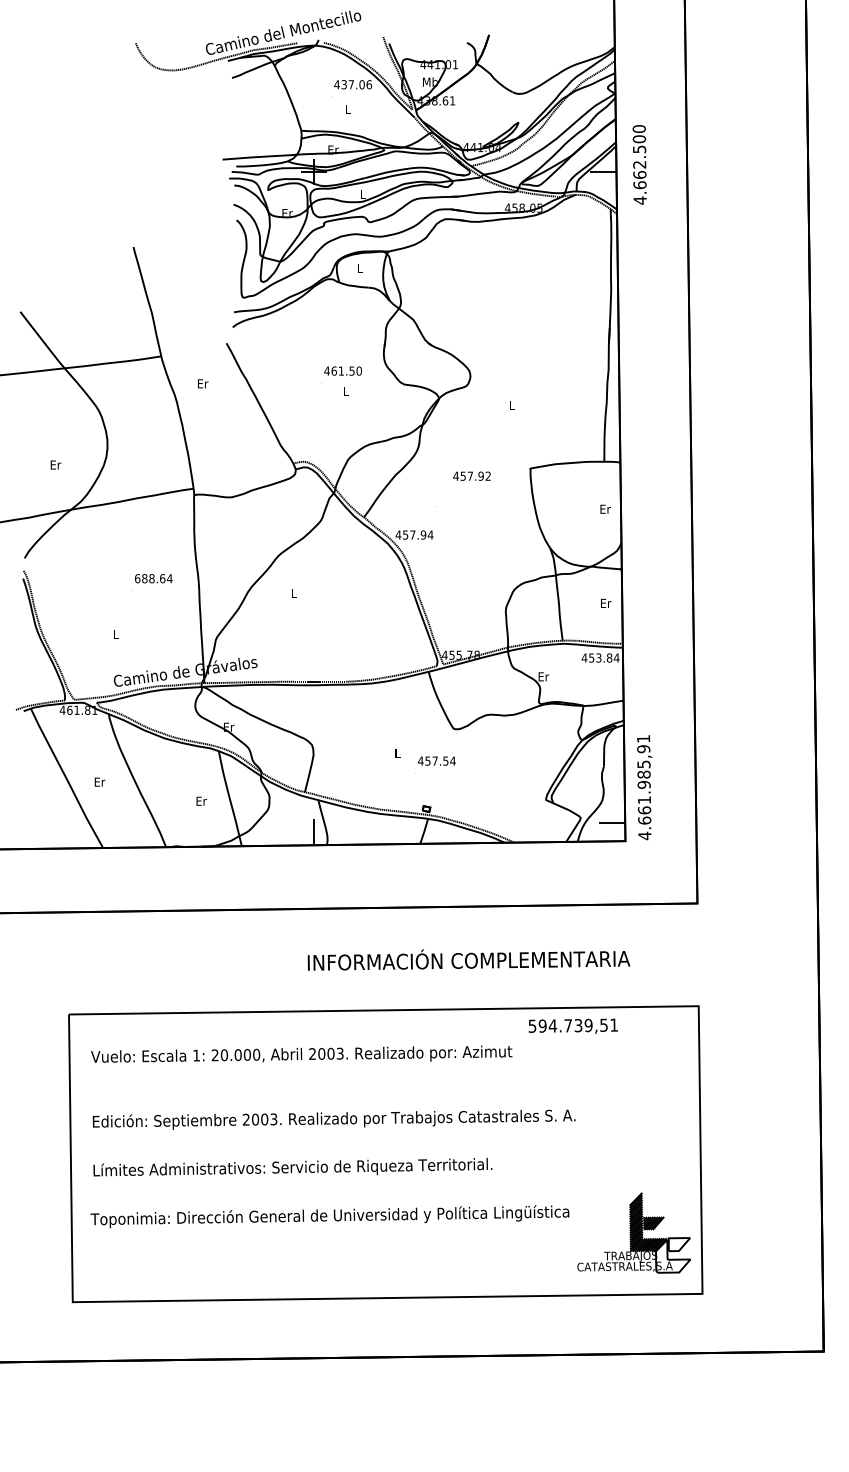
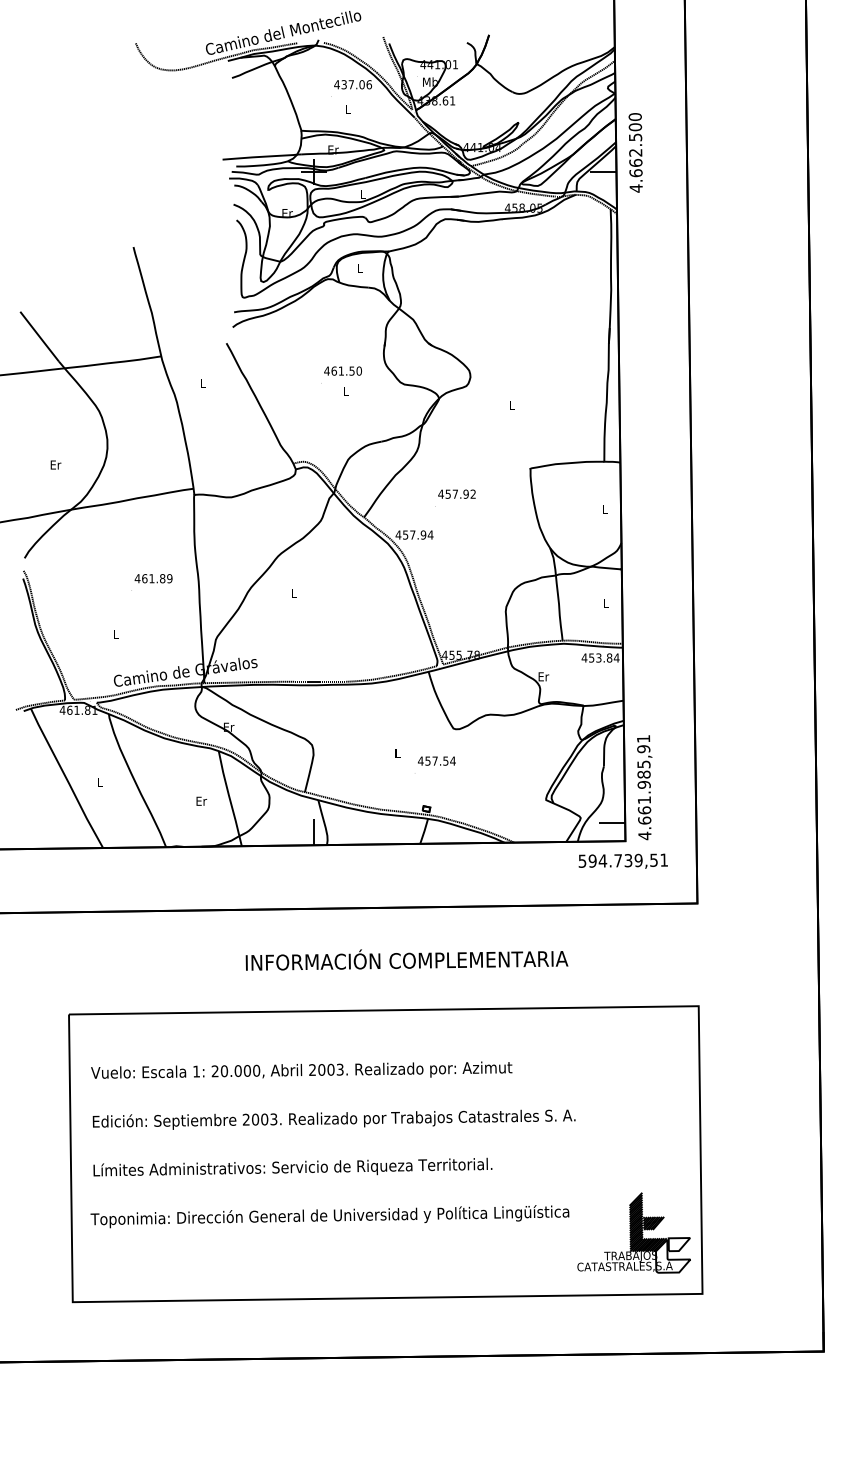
text at (639, 164) position: (639, 164) -> (635, 152)
text at (203, 383): Er -> L
text at (471, 475) position: (471, 475) -> (456, 493)
text at (605, 508): Er -> L
text at (153, 578): 688.64 -> 461.89
text at (606, 602): Er -> L
text at (99, 781): Er -> L
text at (468, 959) position: (468, 959) -> (406, 959)
text at (572, 1025) position: (572, 1025) -> (622, 860)
text at (301, 1053) position: (301, 1053) -> (301, 1069)
